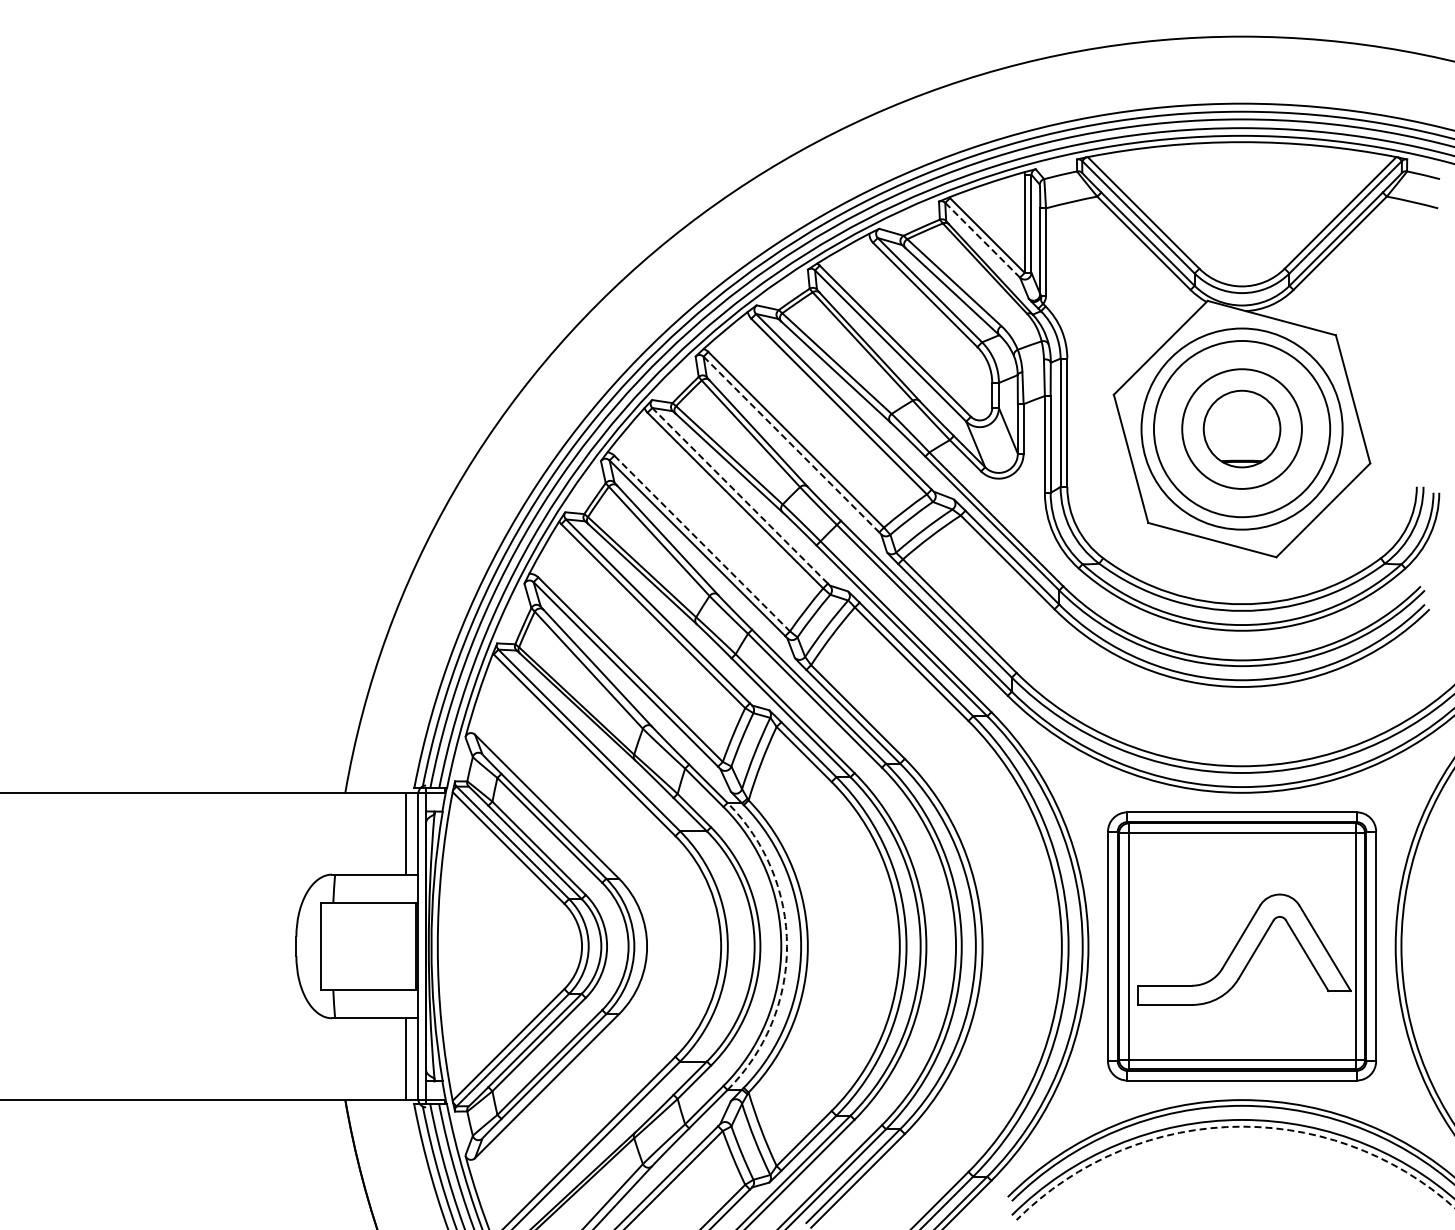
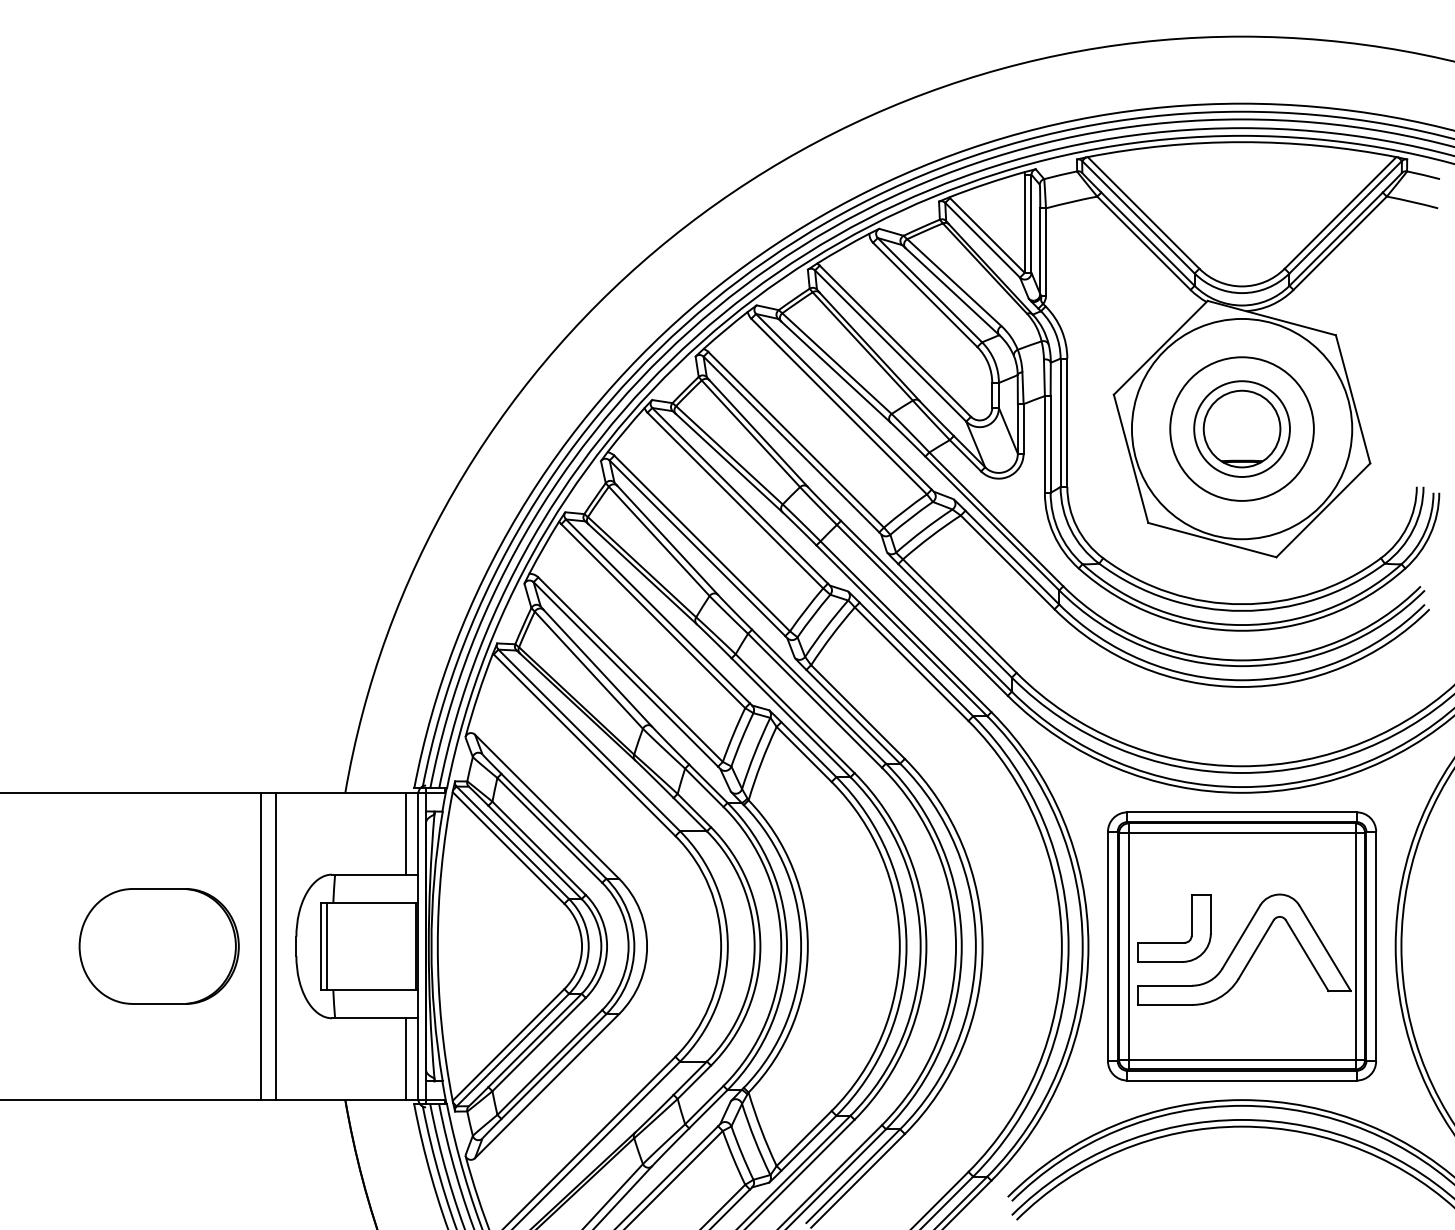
line at (982, 240): dashed -> solid
circle at (1241, 428) diameter: 120 px -> 96 px
circle at (1241, 428) diameter: 176 px -> 220 px
circle at (1241, 428) diameter: 201 px -> 144 px
line at (791, 444): dashed -> solid
line at (739, 495): dashed -> solid
line at (702, 543): dashed -> solid
part at (1174, 942): none -> present
part at (158, 946): none -> present
line at (260, 946): none -> present
line at (276, 946): none -> present
line at (326, 946): none -> present
arc at (787, 946): dashed -> solid
arc at (1233, 1126): dashed -> solid
